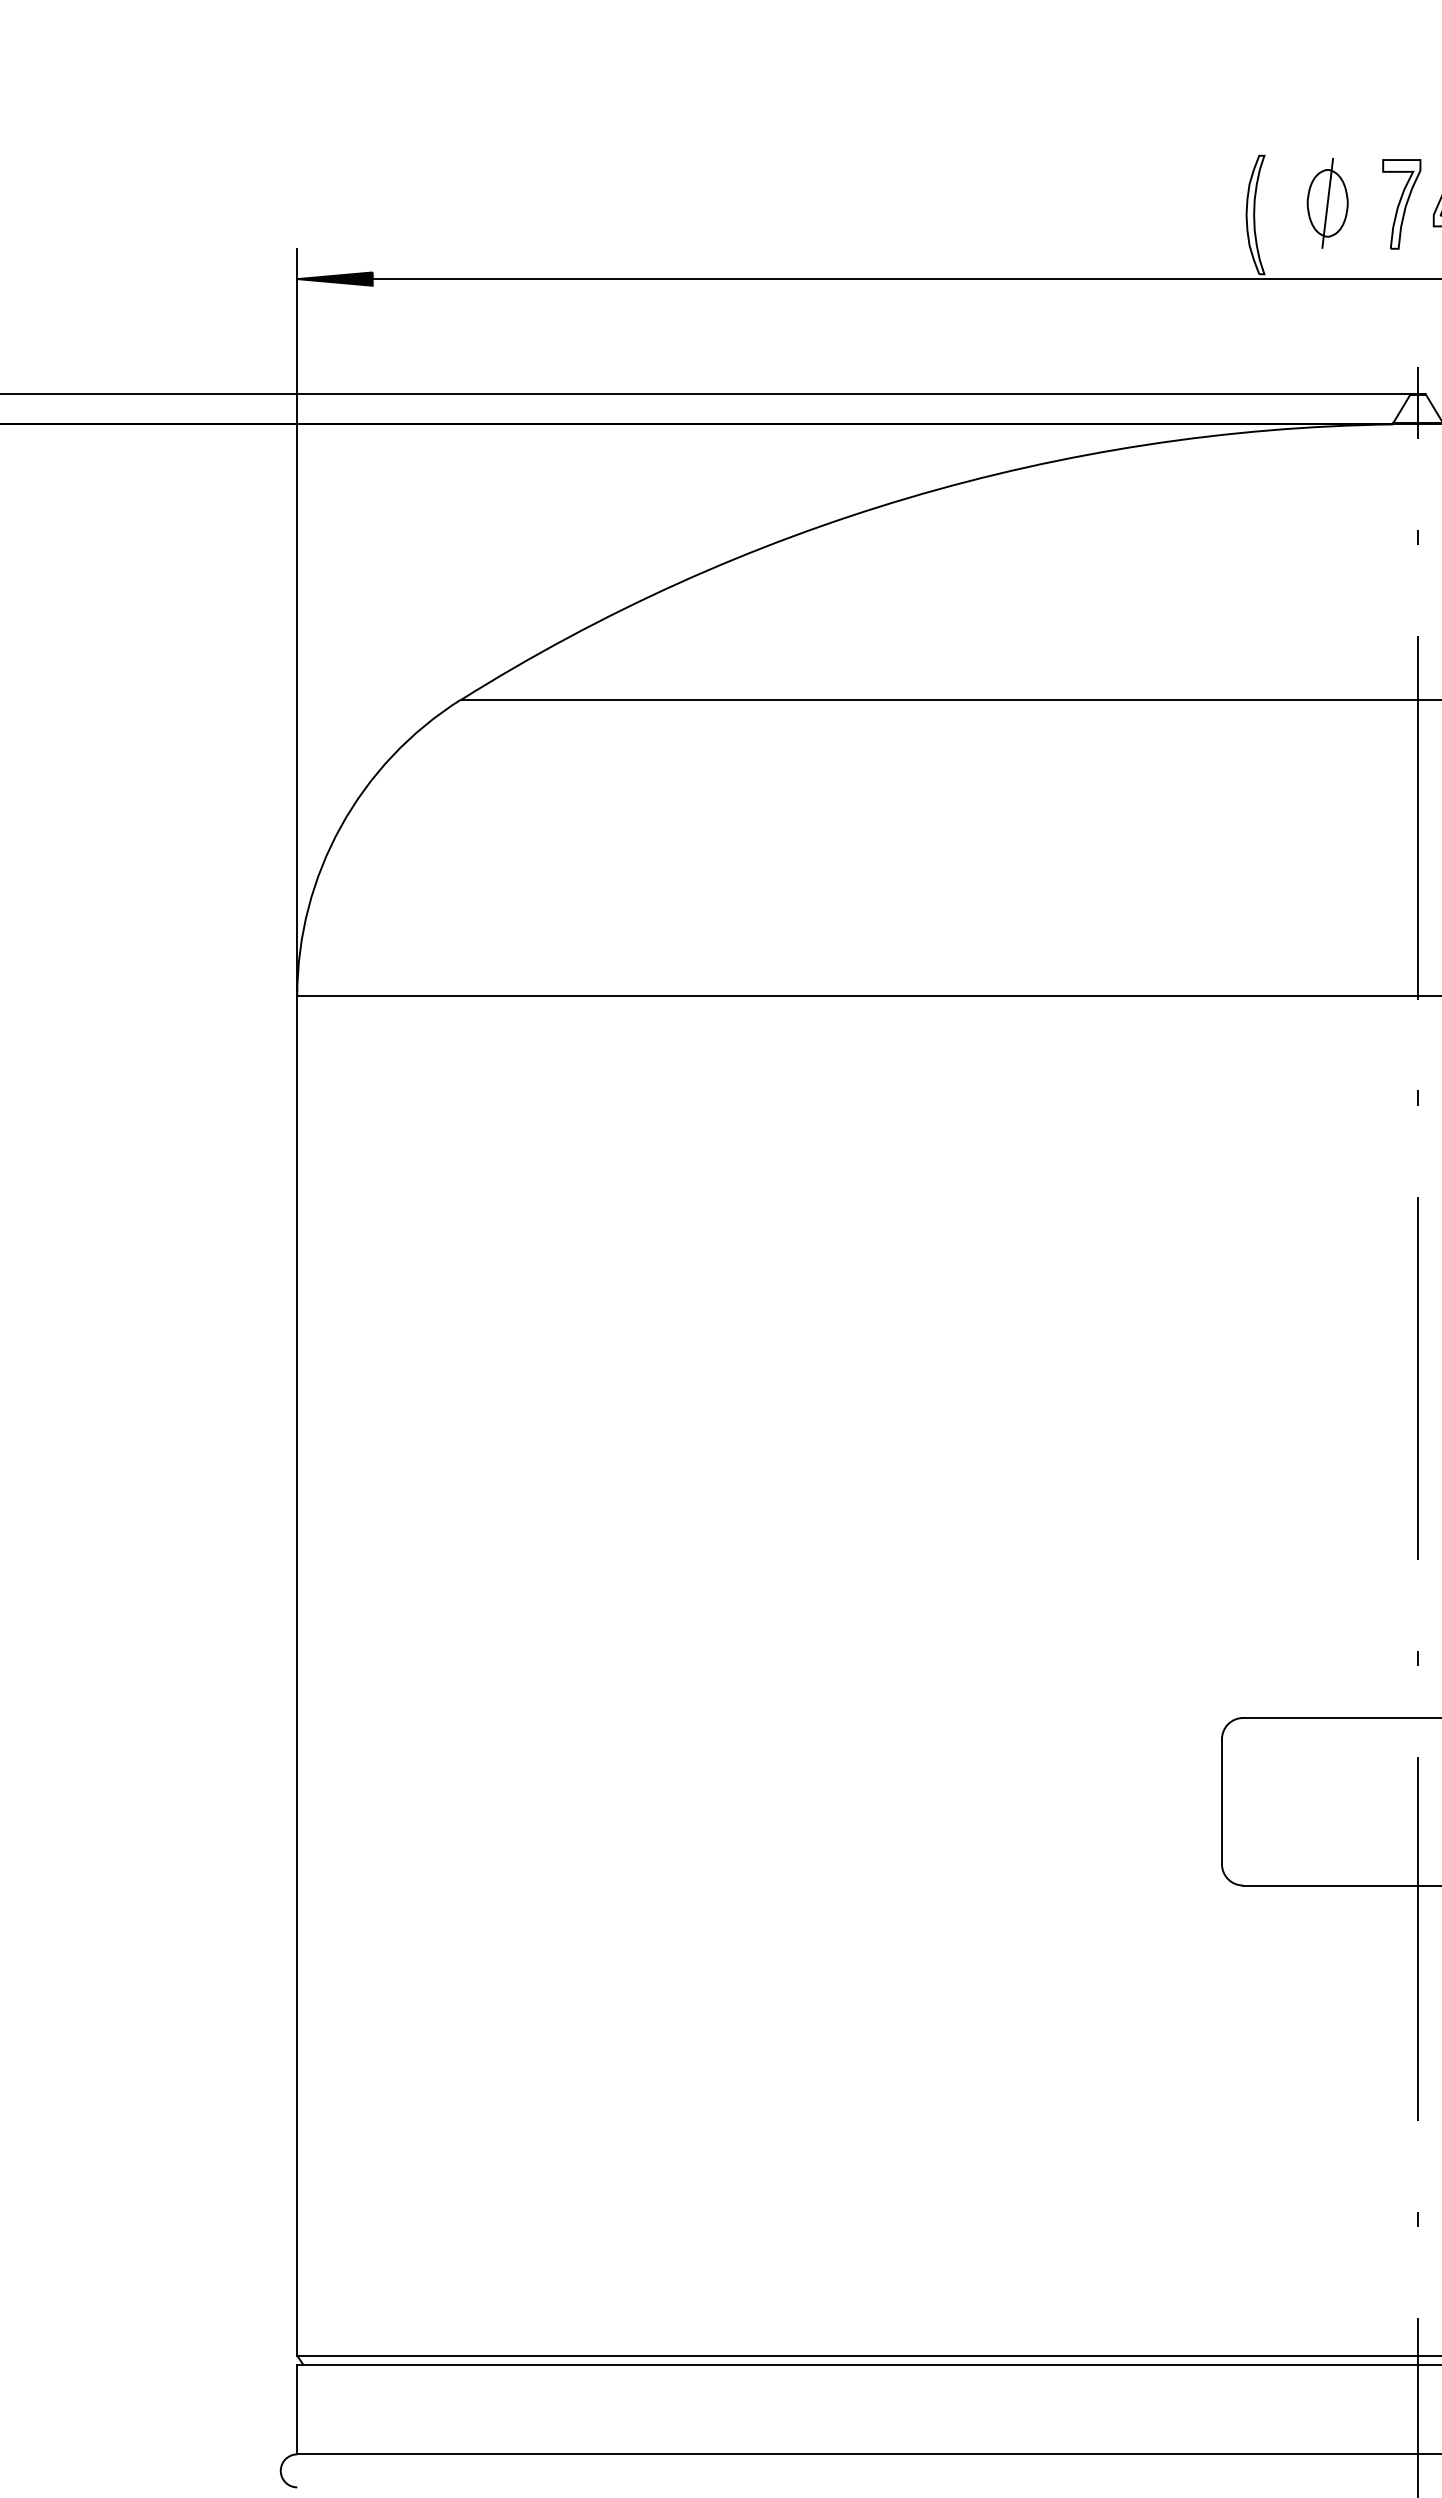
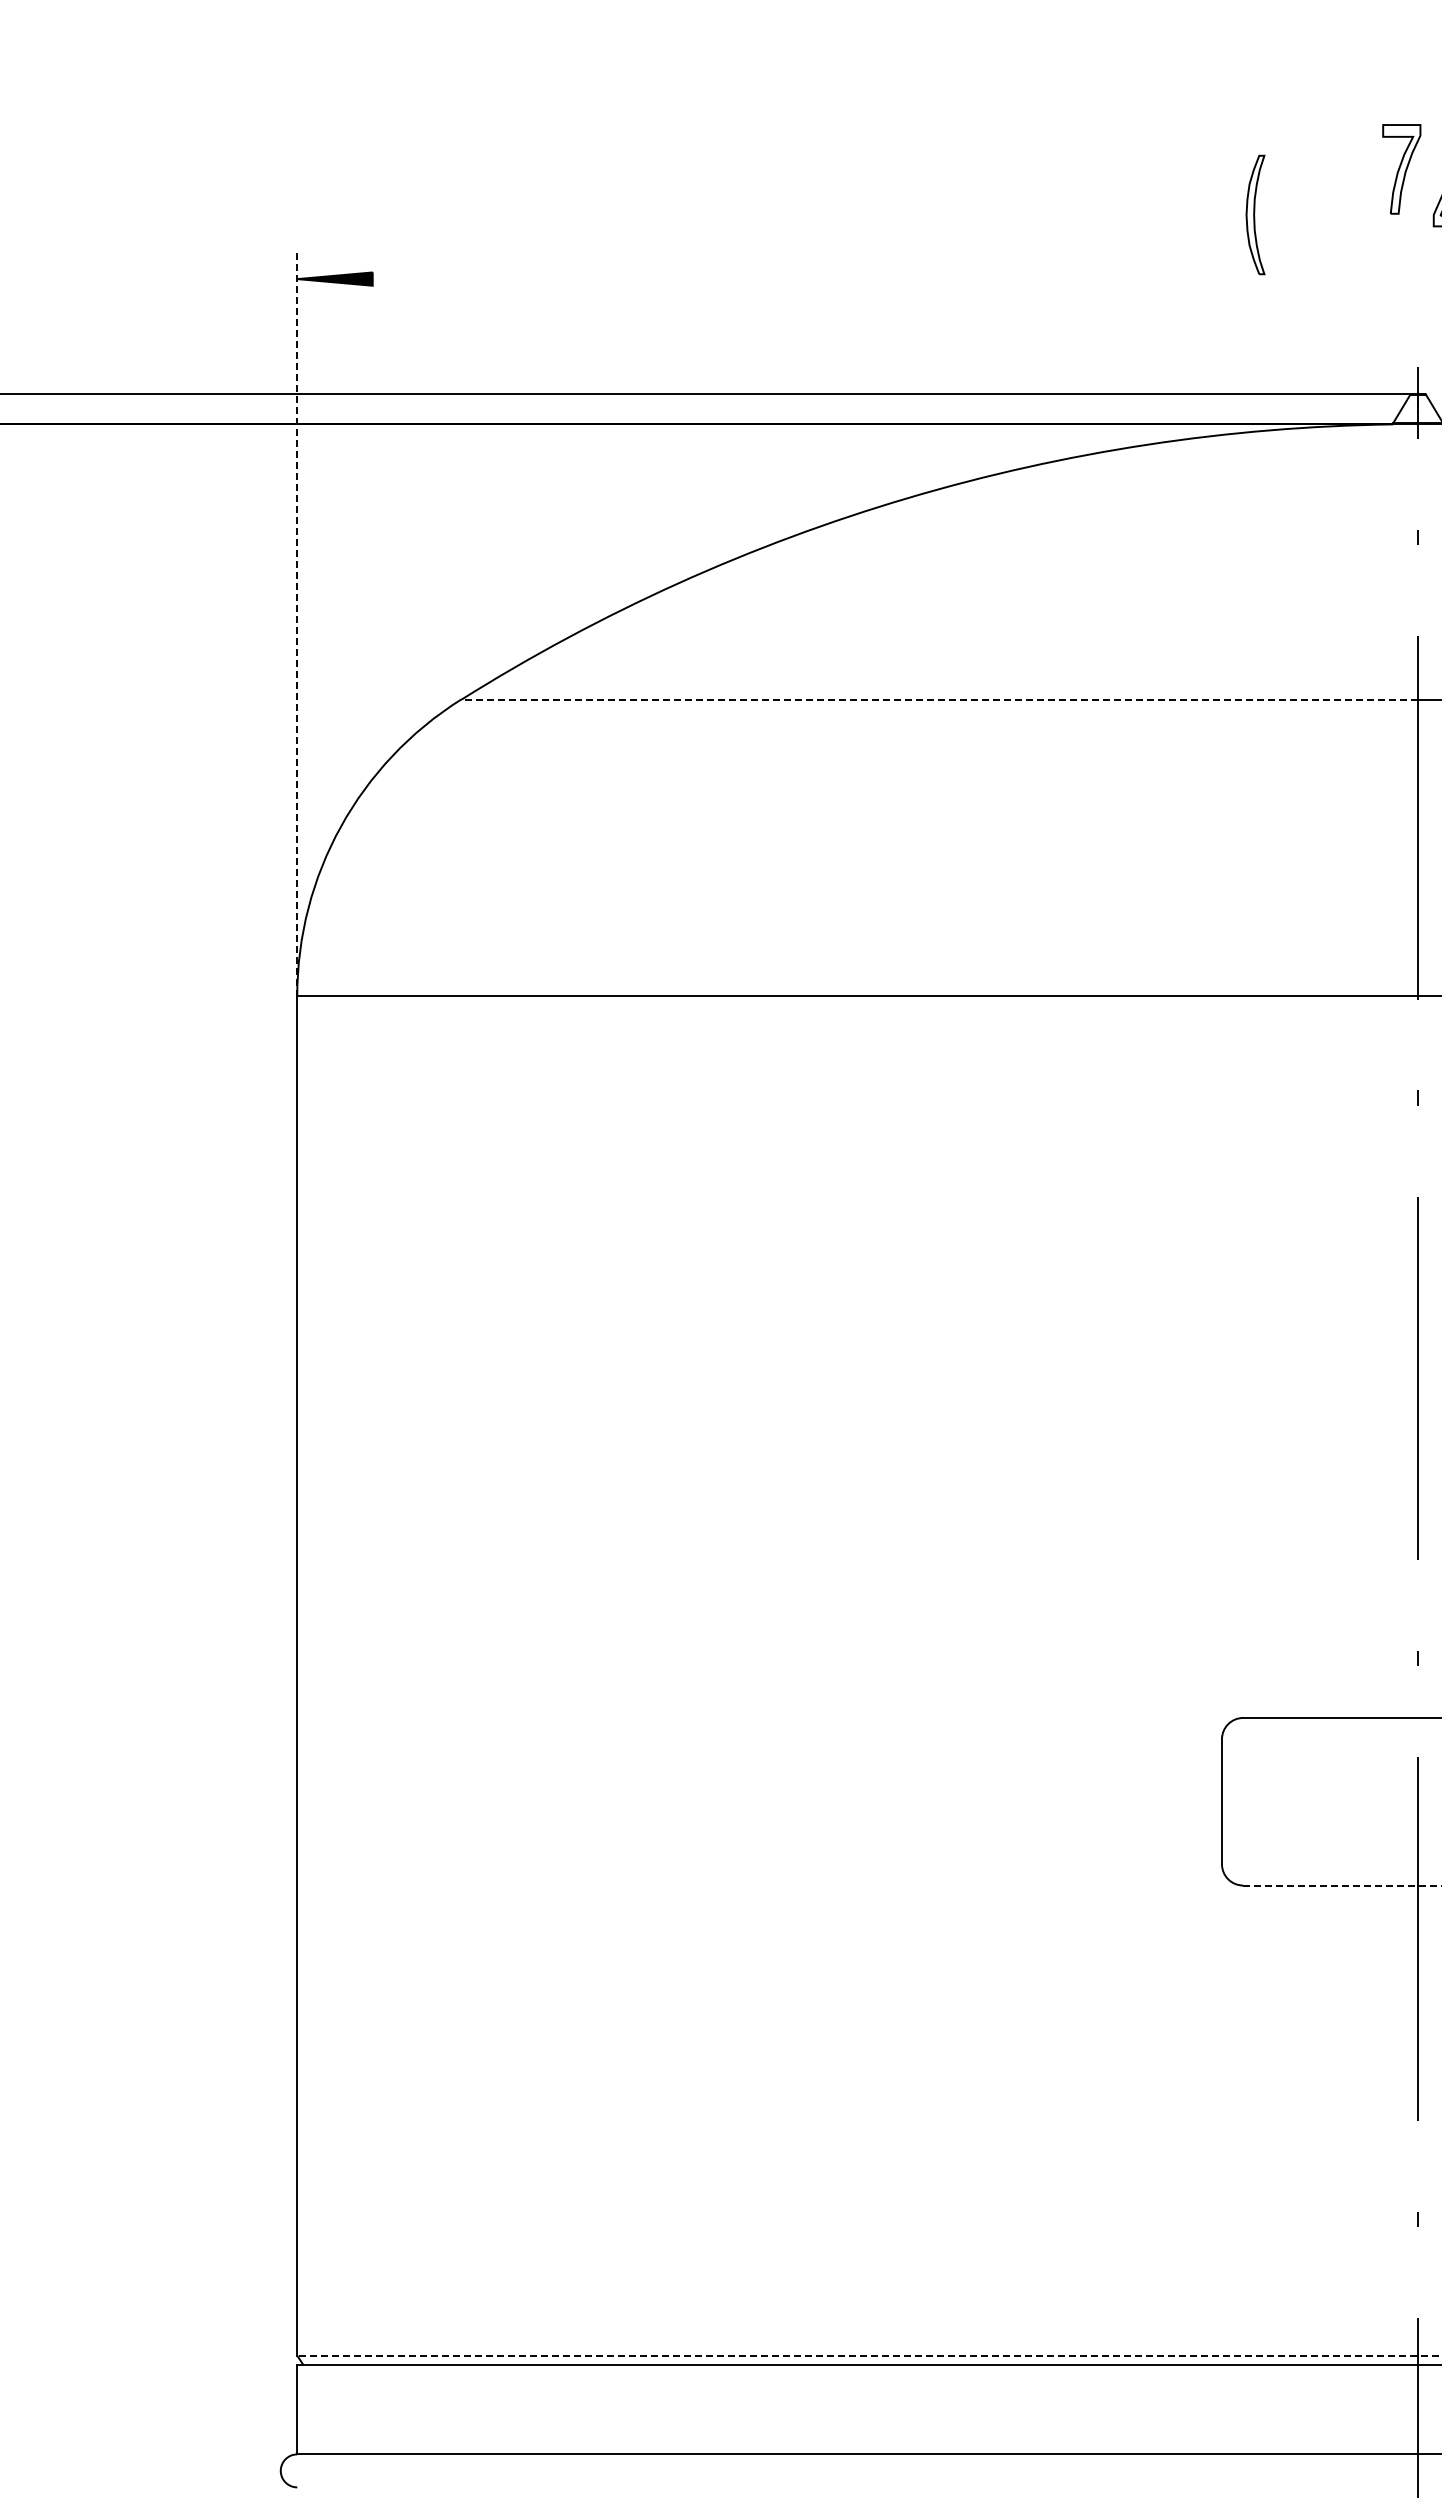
part at (1327, 202): present -> none
part at (1401, 204) position: (1401, 204) -> (1401, 169)
line at (905, 279): present -> none
line at (297, 622): solid -> dashed
line at (939, 699): solid -> dashed
line at (1342, 1885): solid -> dashed
line at (869, 2355): solid -> dashed
